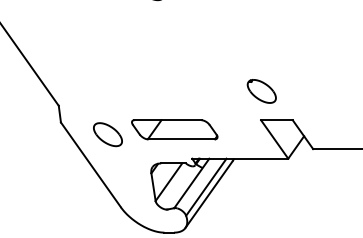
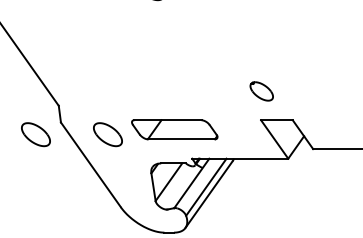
part at (261, 91) size: 31x25 px -> 25x21 px
part at (35, 134): none -> present
